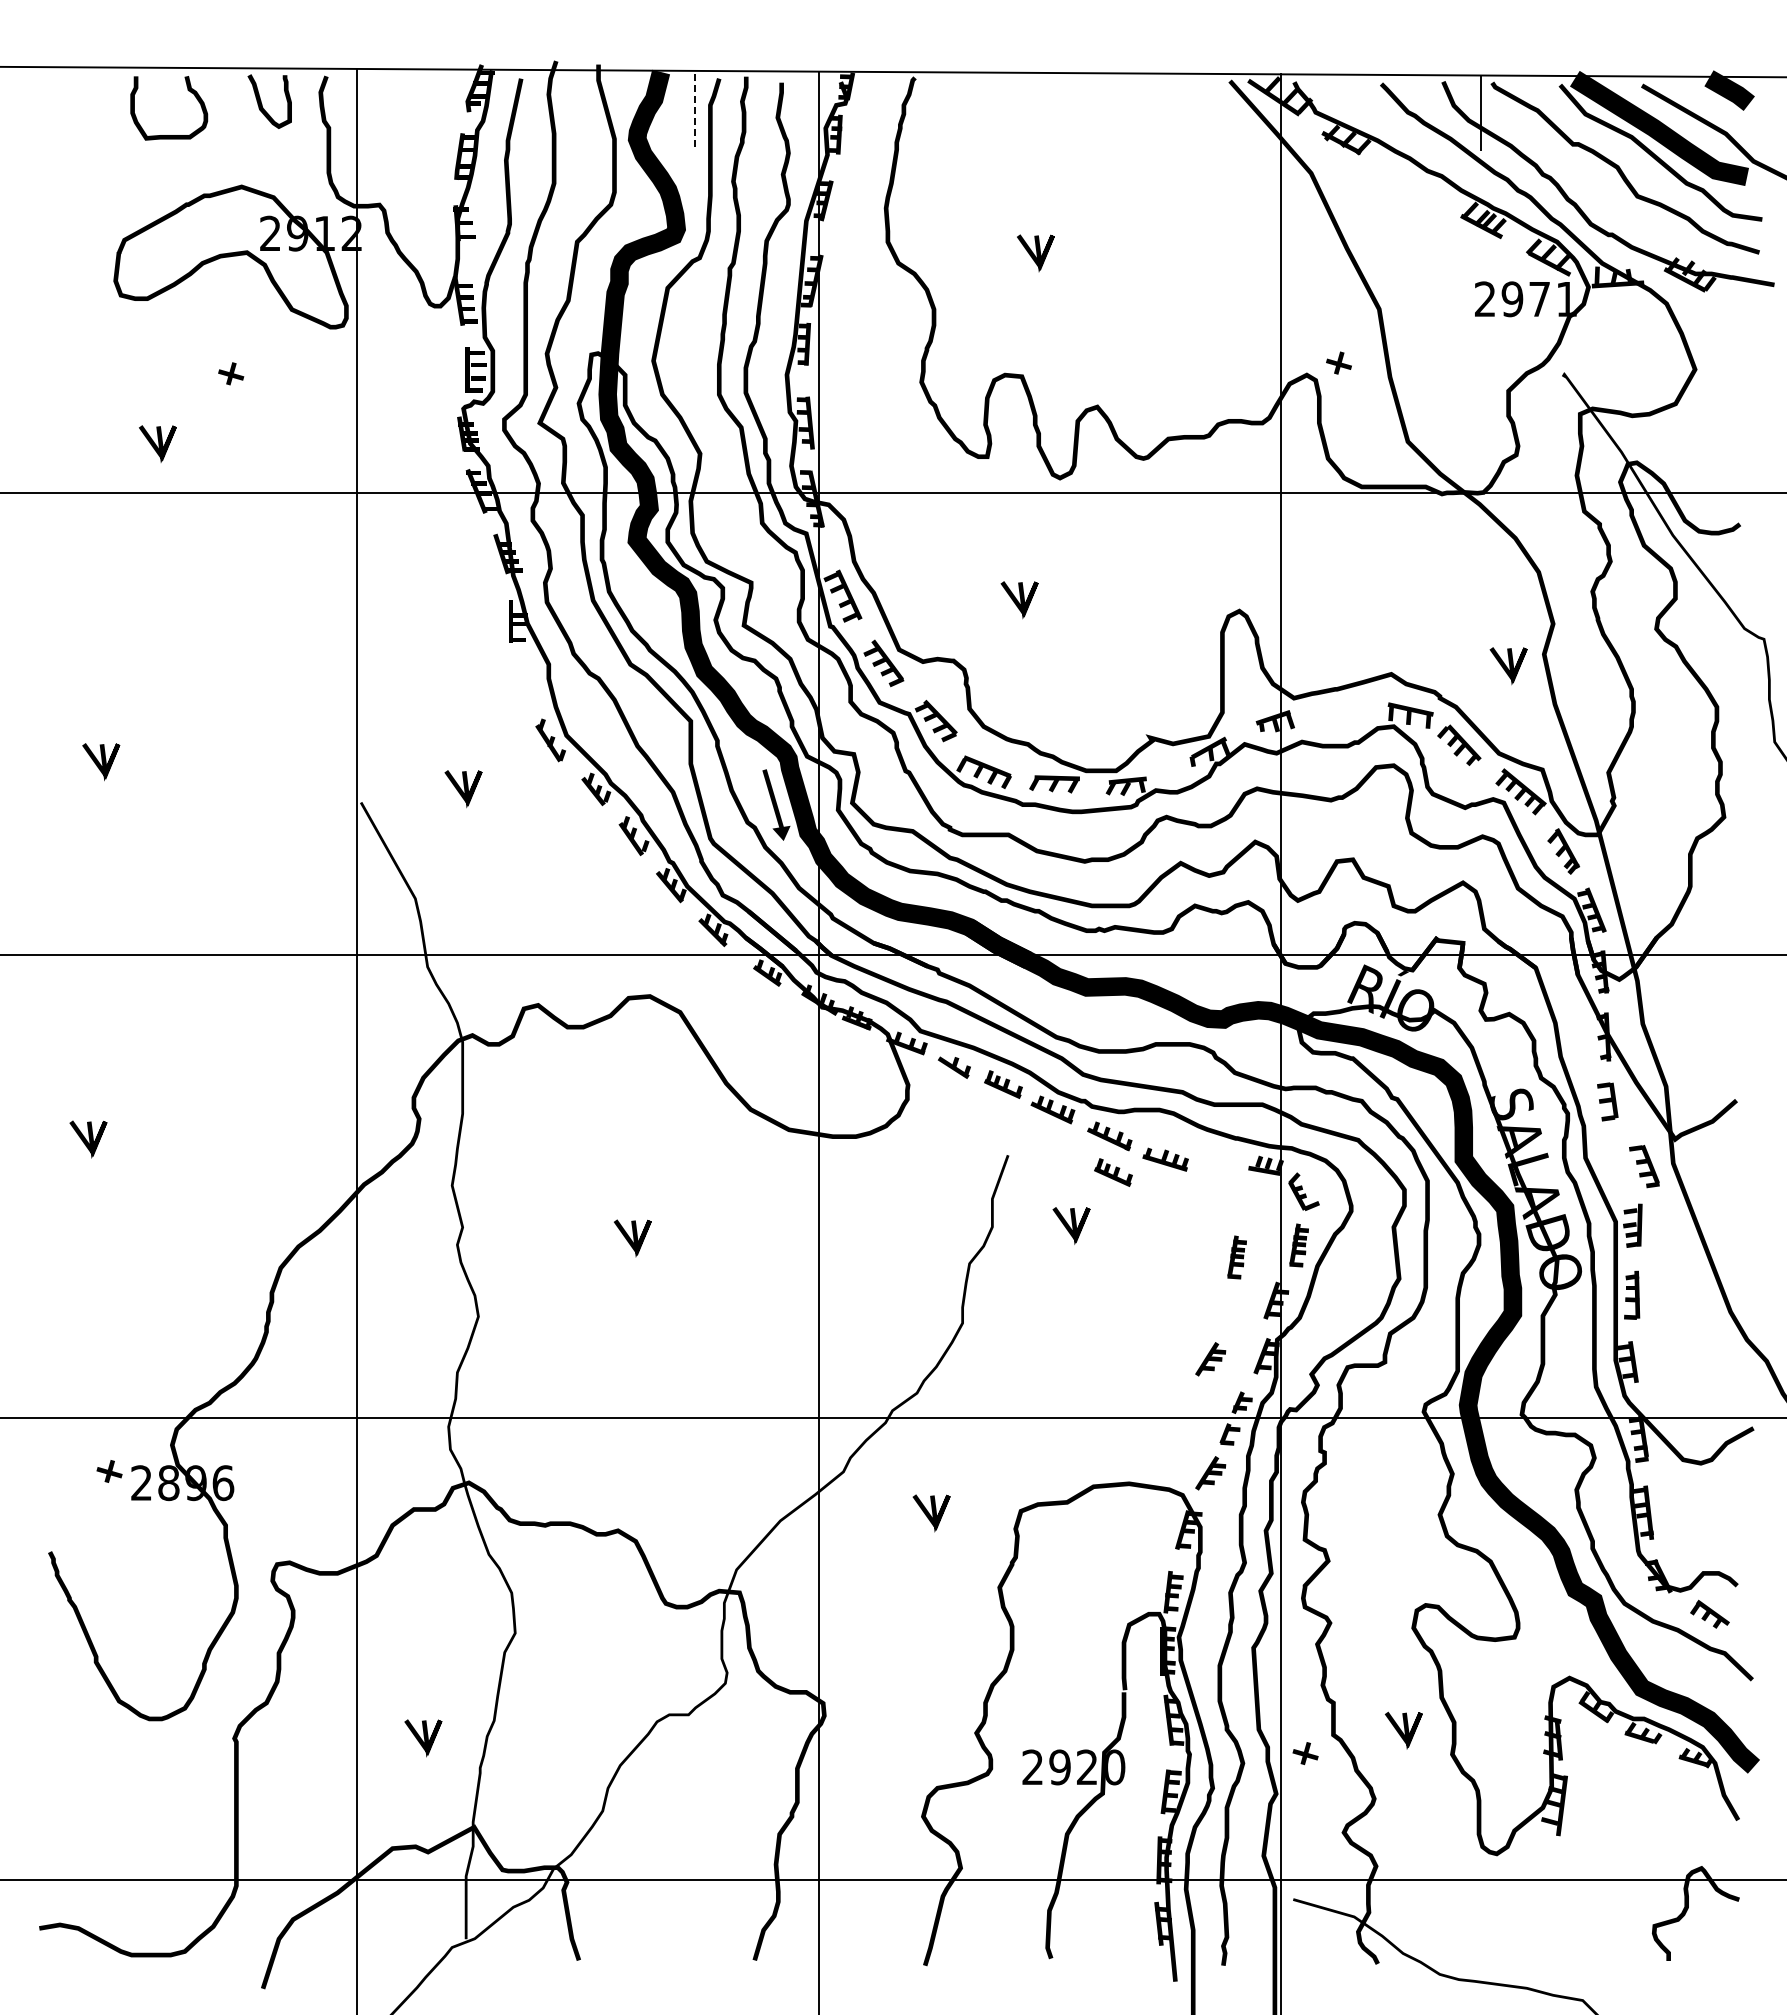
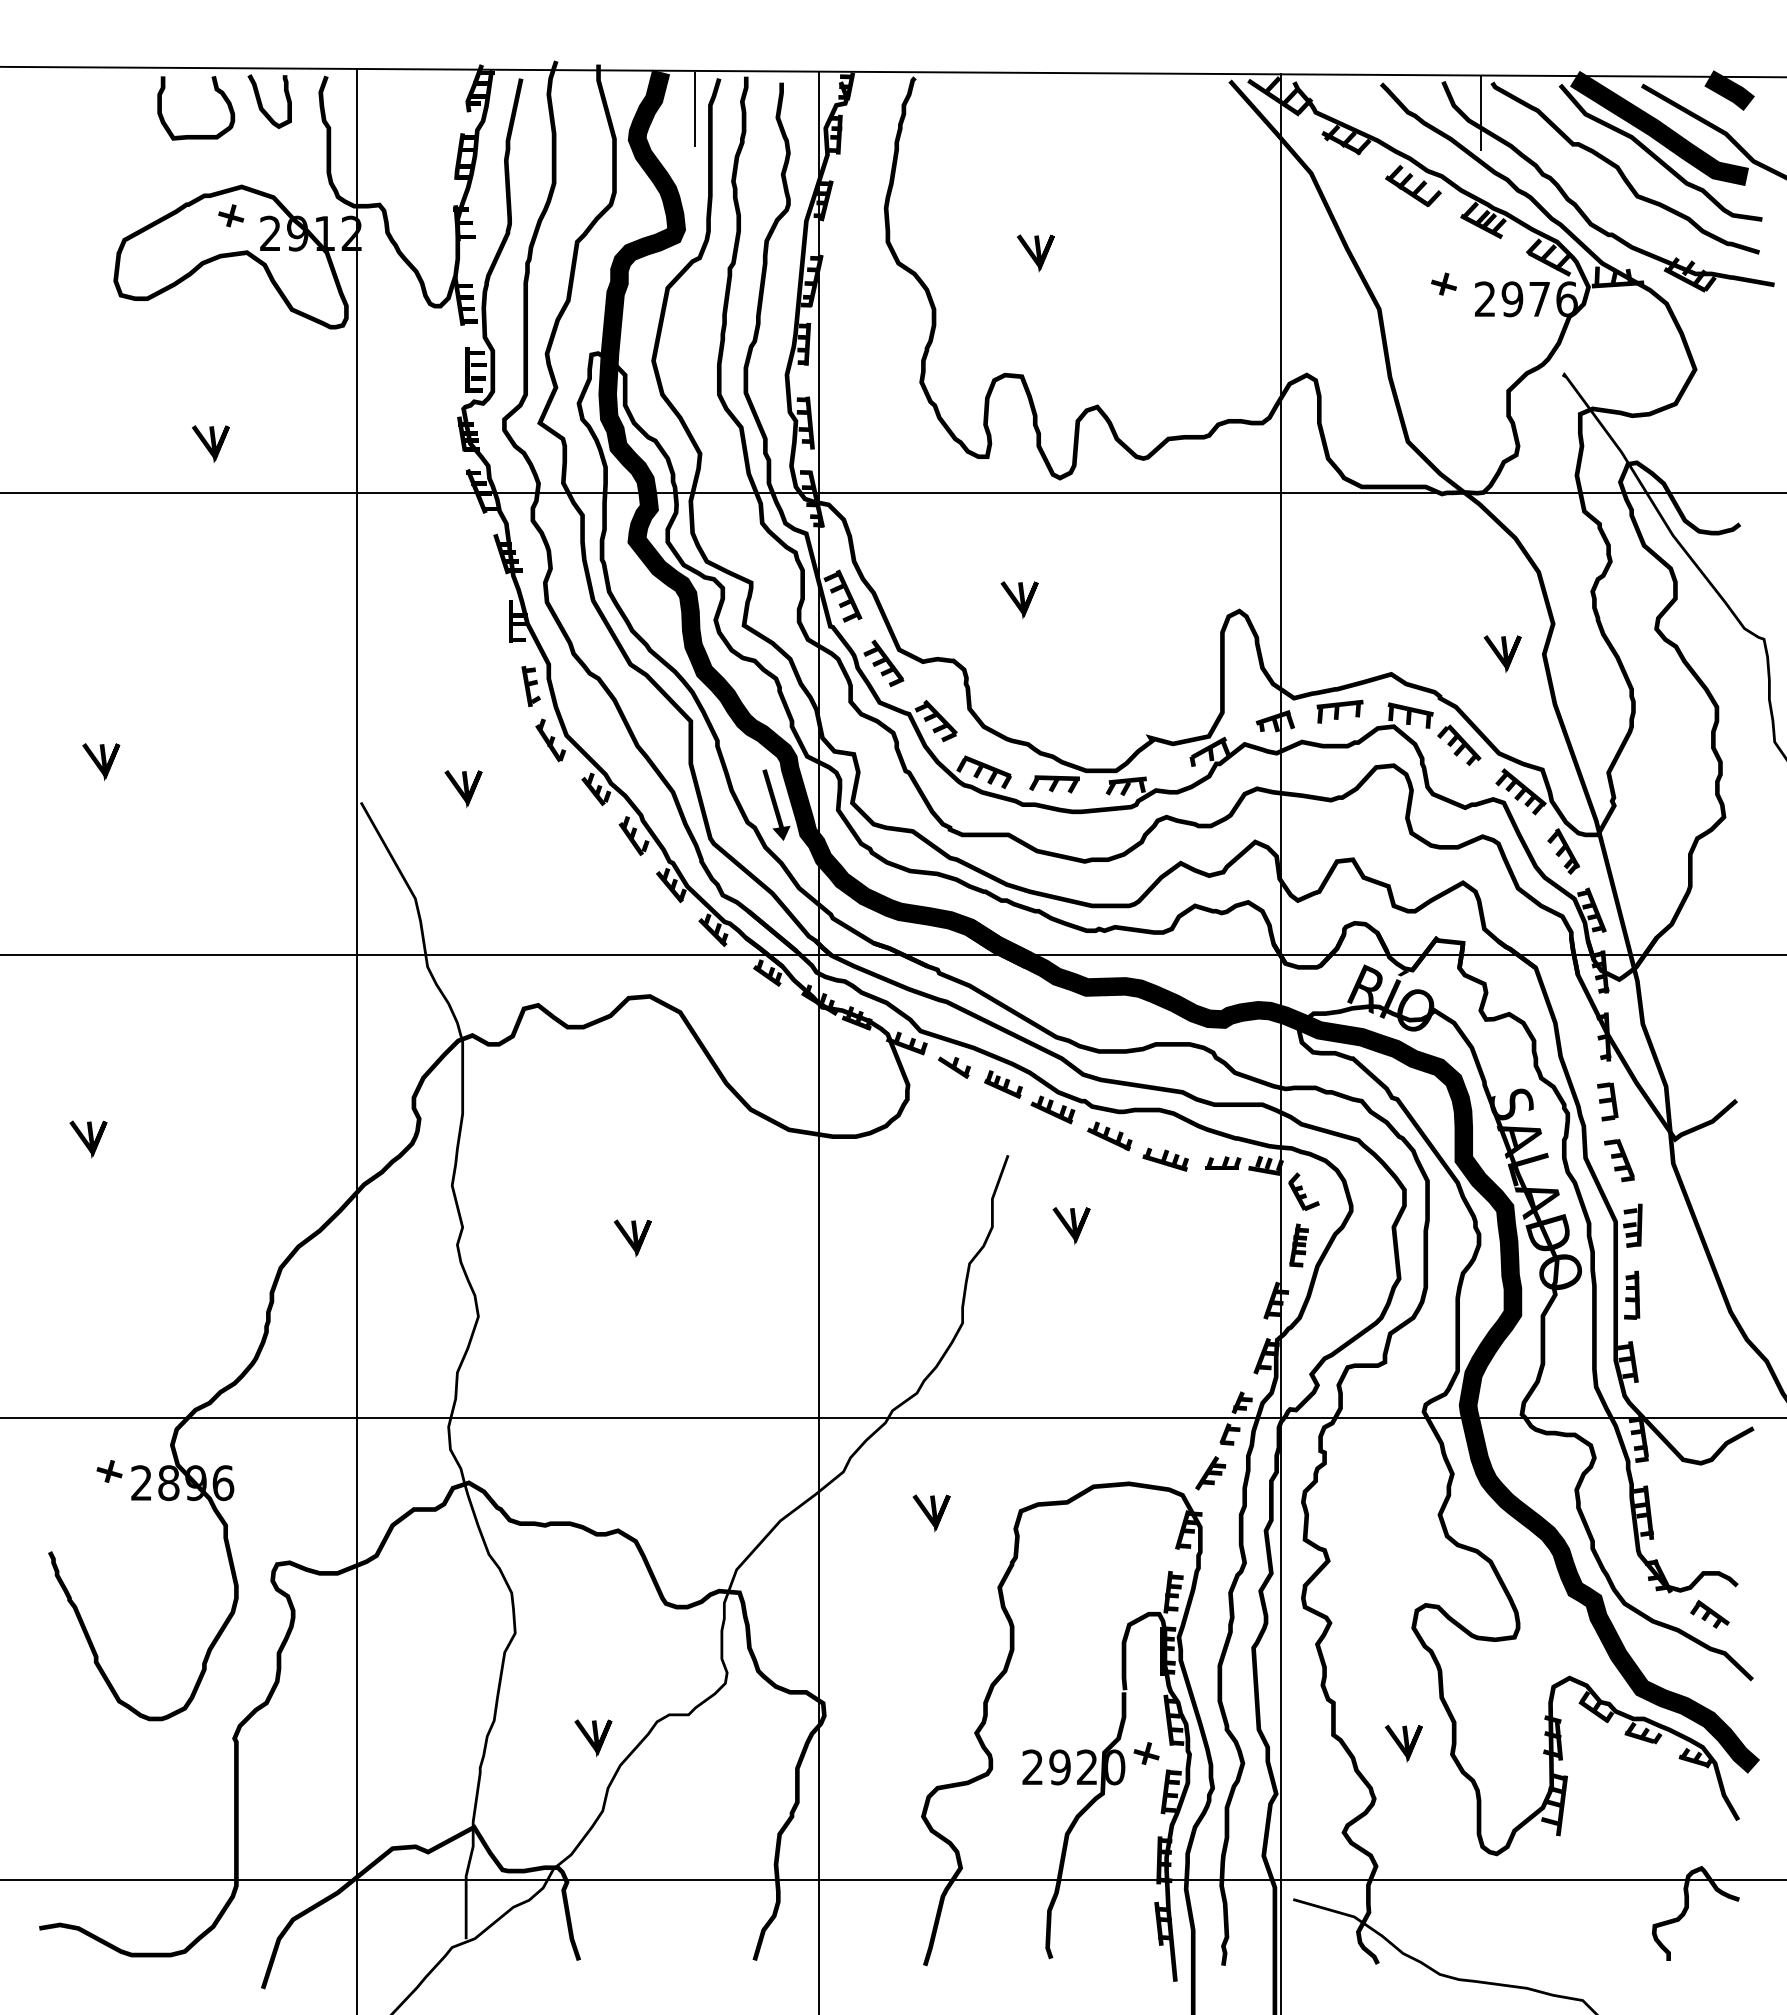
curve at (187, 90) position: (187, 90) -> (214, 90)
line at (695, 109): dashed -> solid
part at (1413, 185): none -> present
text at (1566, 299): 2971 -> 2976
part at (1338, 362) position: (1338, 362) -> (1443, 283)
part at (231, 373) position: (231, 373) -> (231, 215)
line at (158, 443) position: (158, 443) -> (211, 443)
line at (1509, 666) position: (1509, 666) -> (1503, 654)
part at (530, 686): none -> present
part at (1339, 711): none -> present
part at (1223, 1162): none -> present
part at (1644, 1166) position: (1644, 1166) -> (1619, 1160)
part at (1113, 1172): present -> none
part at (1236, 1257): present -> none
part at (1210, 1359): present -> none
line at (1404, 1730) position: (1404, 1730) -> (1404, 1743)
line at (424, 1738) position: (424, 1738) -> (594, 1738)
part at (1305, 1753) position: (1305, 1753) -> (1146, 1753)
